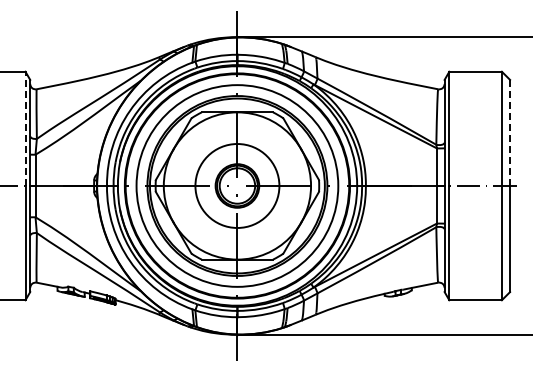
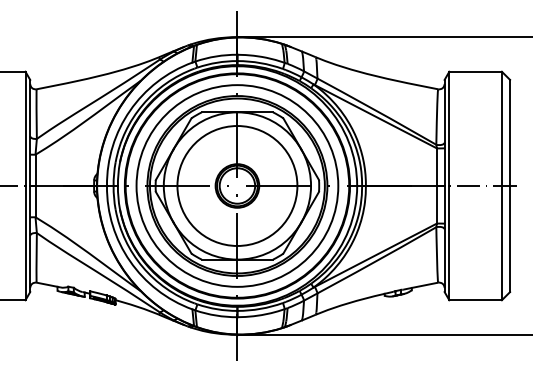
line at (25, 128): dashed -> solid
line at (510, 132): dashed -> solid
circle at (237, 185) diameter: 84 px -> 120 px
